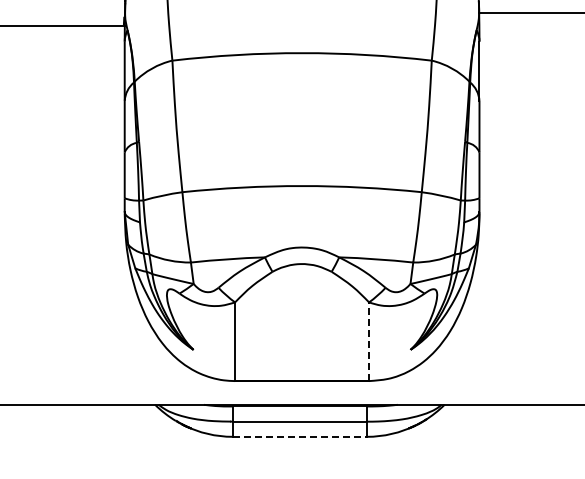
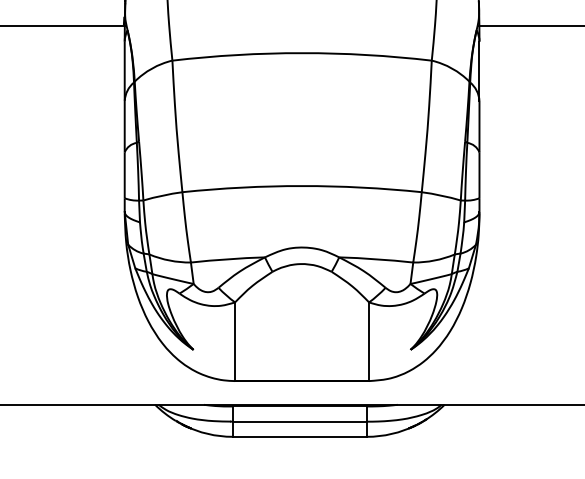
line at (530, 13) position: (530, 13) -> (530, 26)
line at (369, 341): dashed -> solid
line at (300, 436): dashed -> solid
